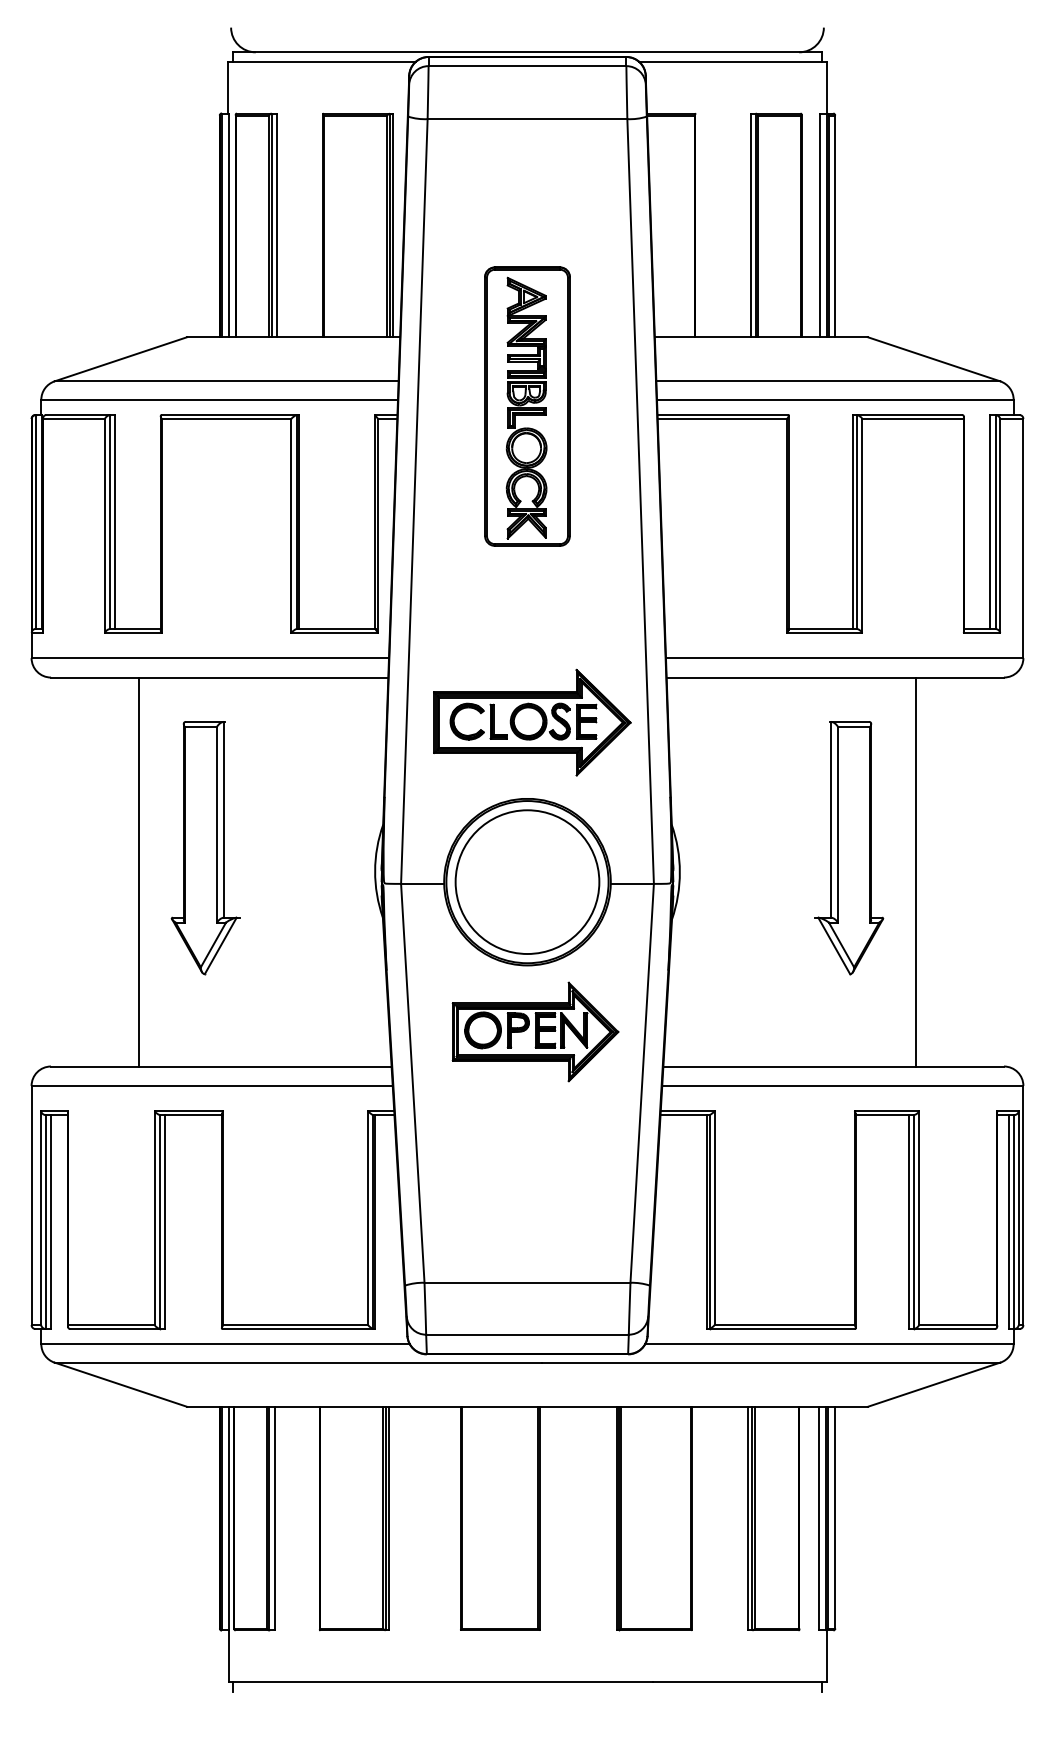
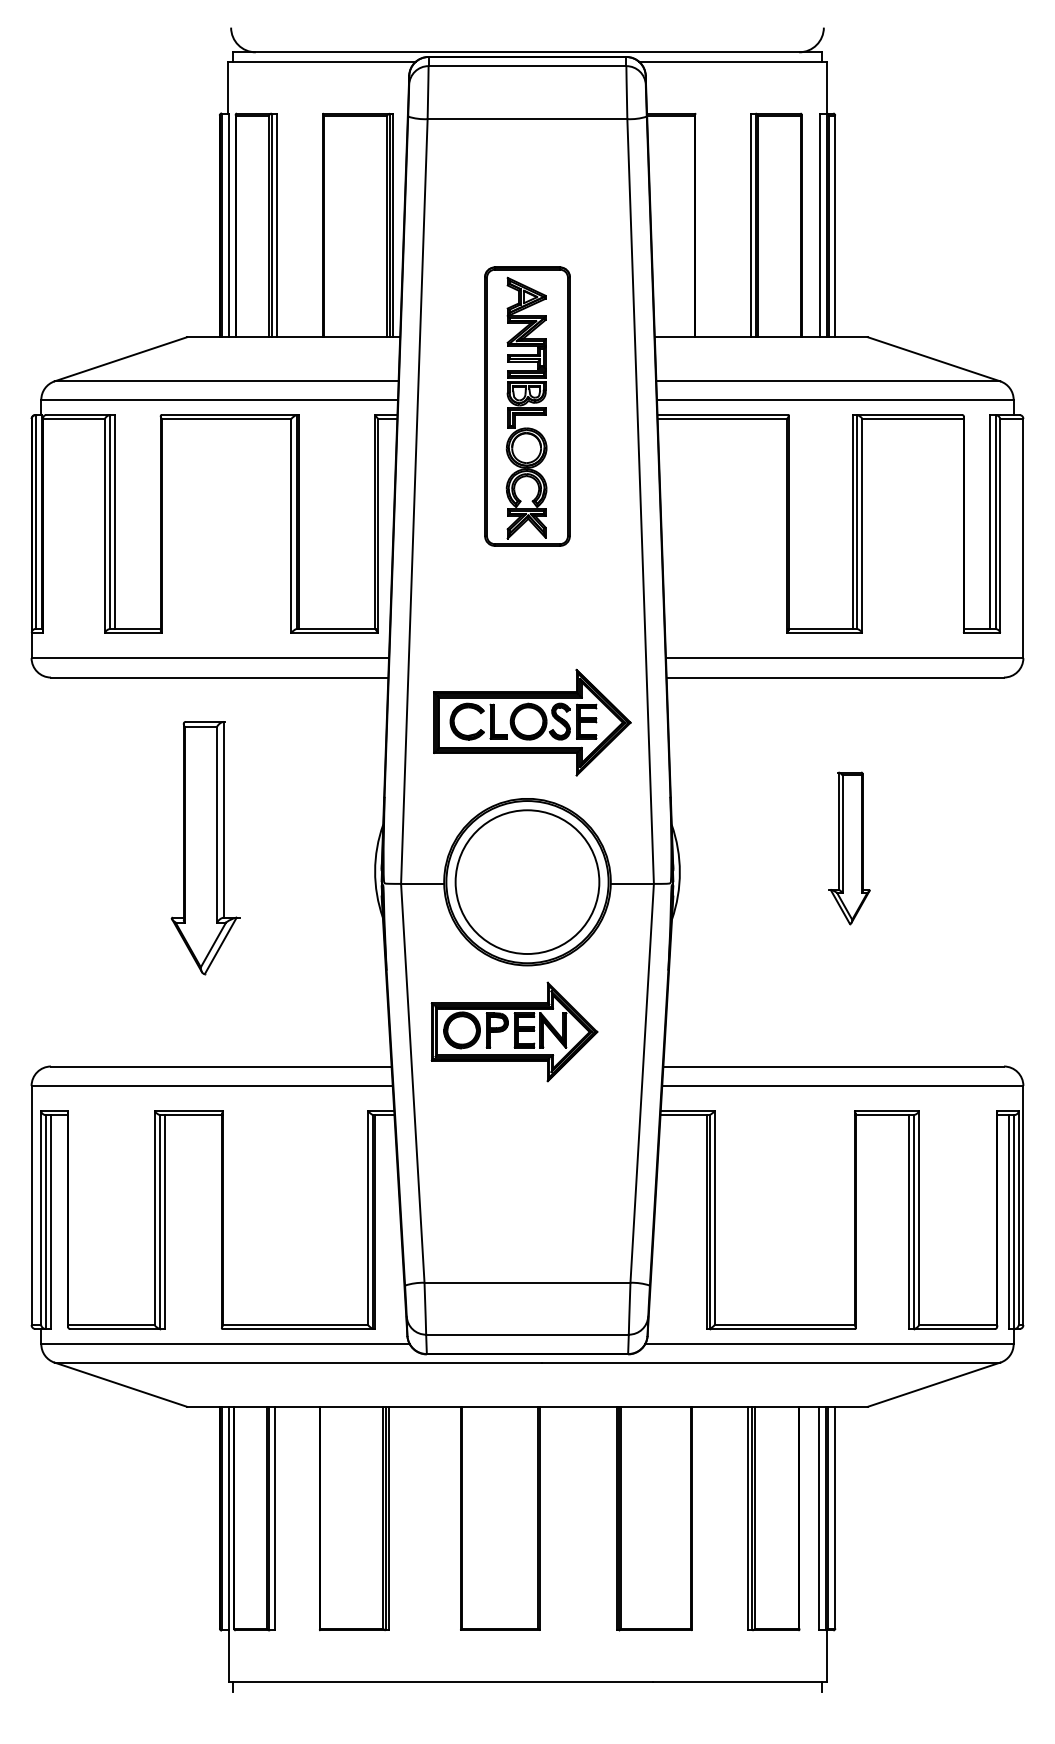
part at (849, 848) size: 71x255 px -> 43x155 px
line at (138, 871): present -> none
line at (916, 871): present -> none
part at (535, 1031) position: (535, 1031) -> (514, 1031)
